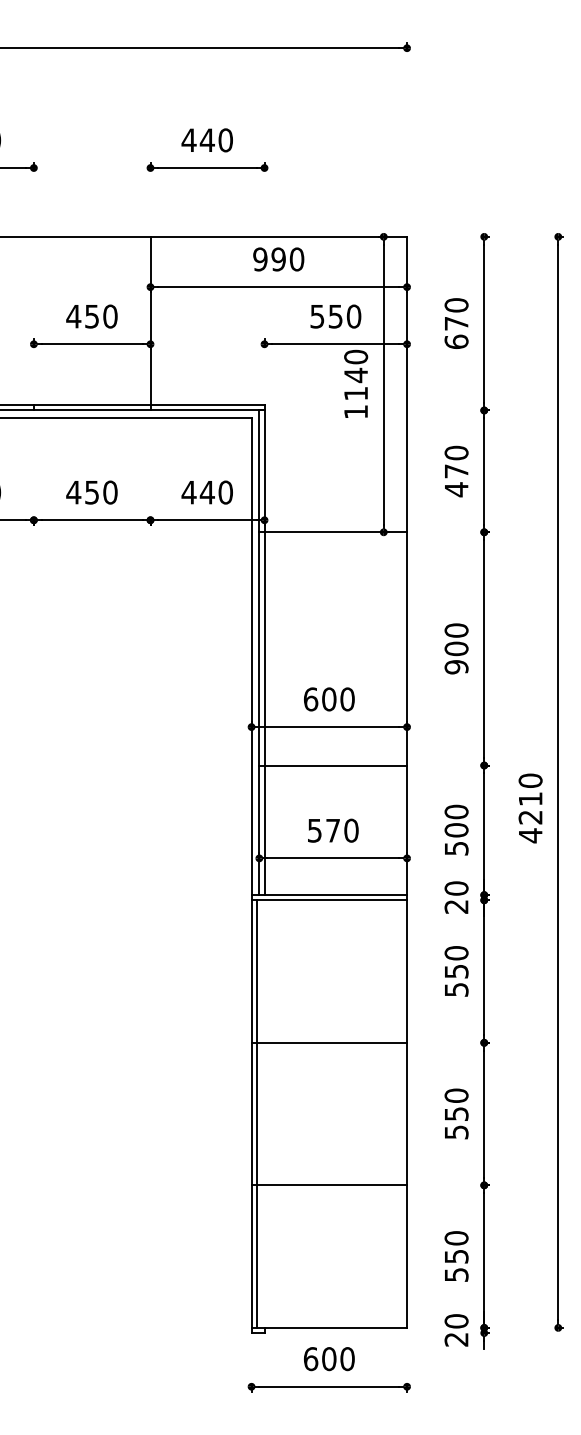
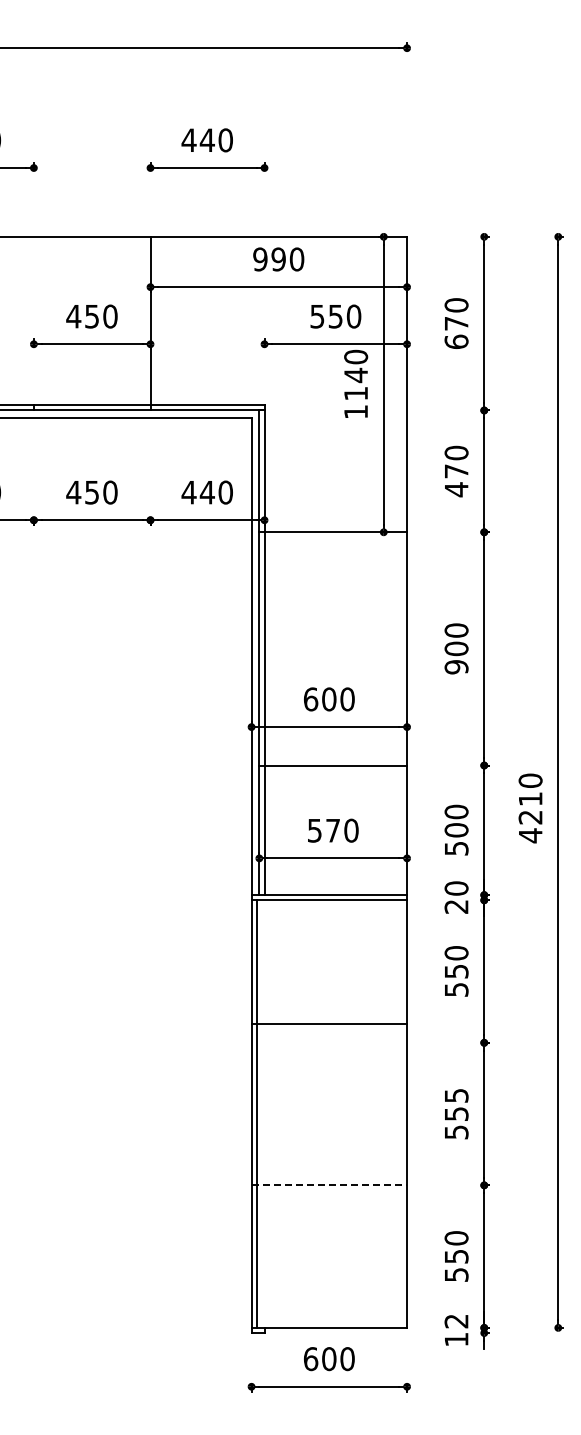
line at (329, 1042) position: (329, 1042) -> (329, 1023)
text at (456, 1095): 550 -> 555
line at (329, 1185): solid -> dashed
text at (456, 1330): 20 -> 12
